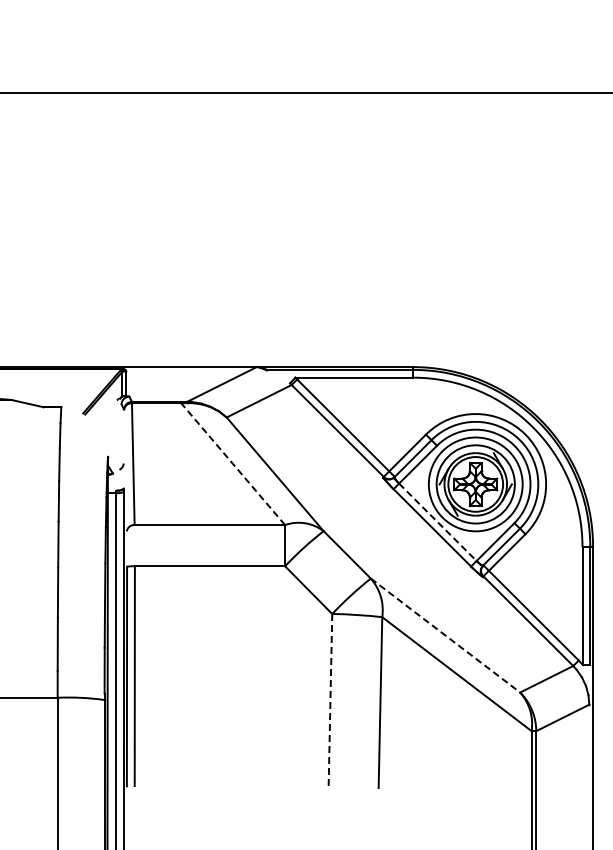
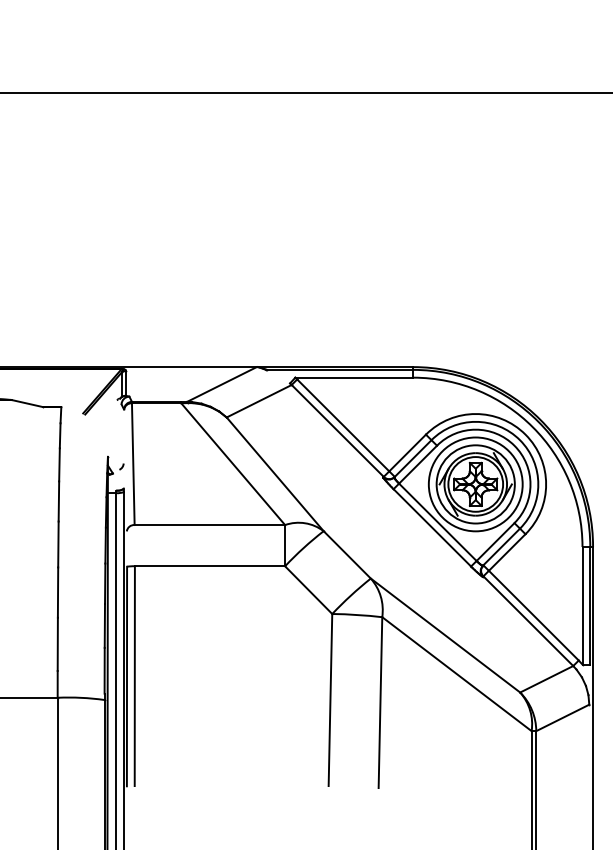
line at (232, 463): dashed -> solid
line at (437, 522): dashed -> solid
line at (445, 635): dashed -> solid
line at (330, 700): dashed -> solid
